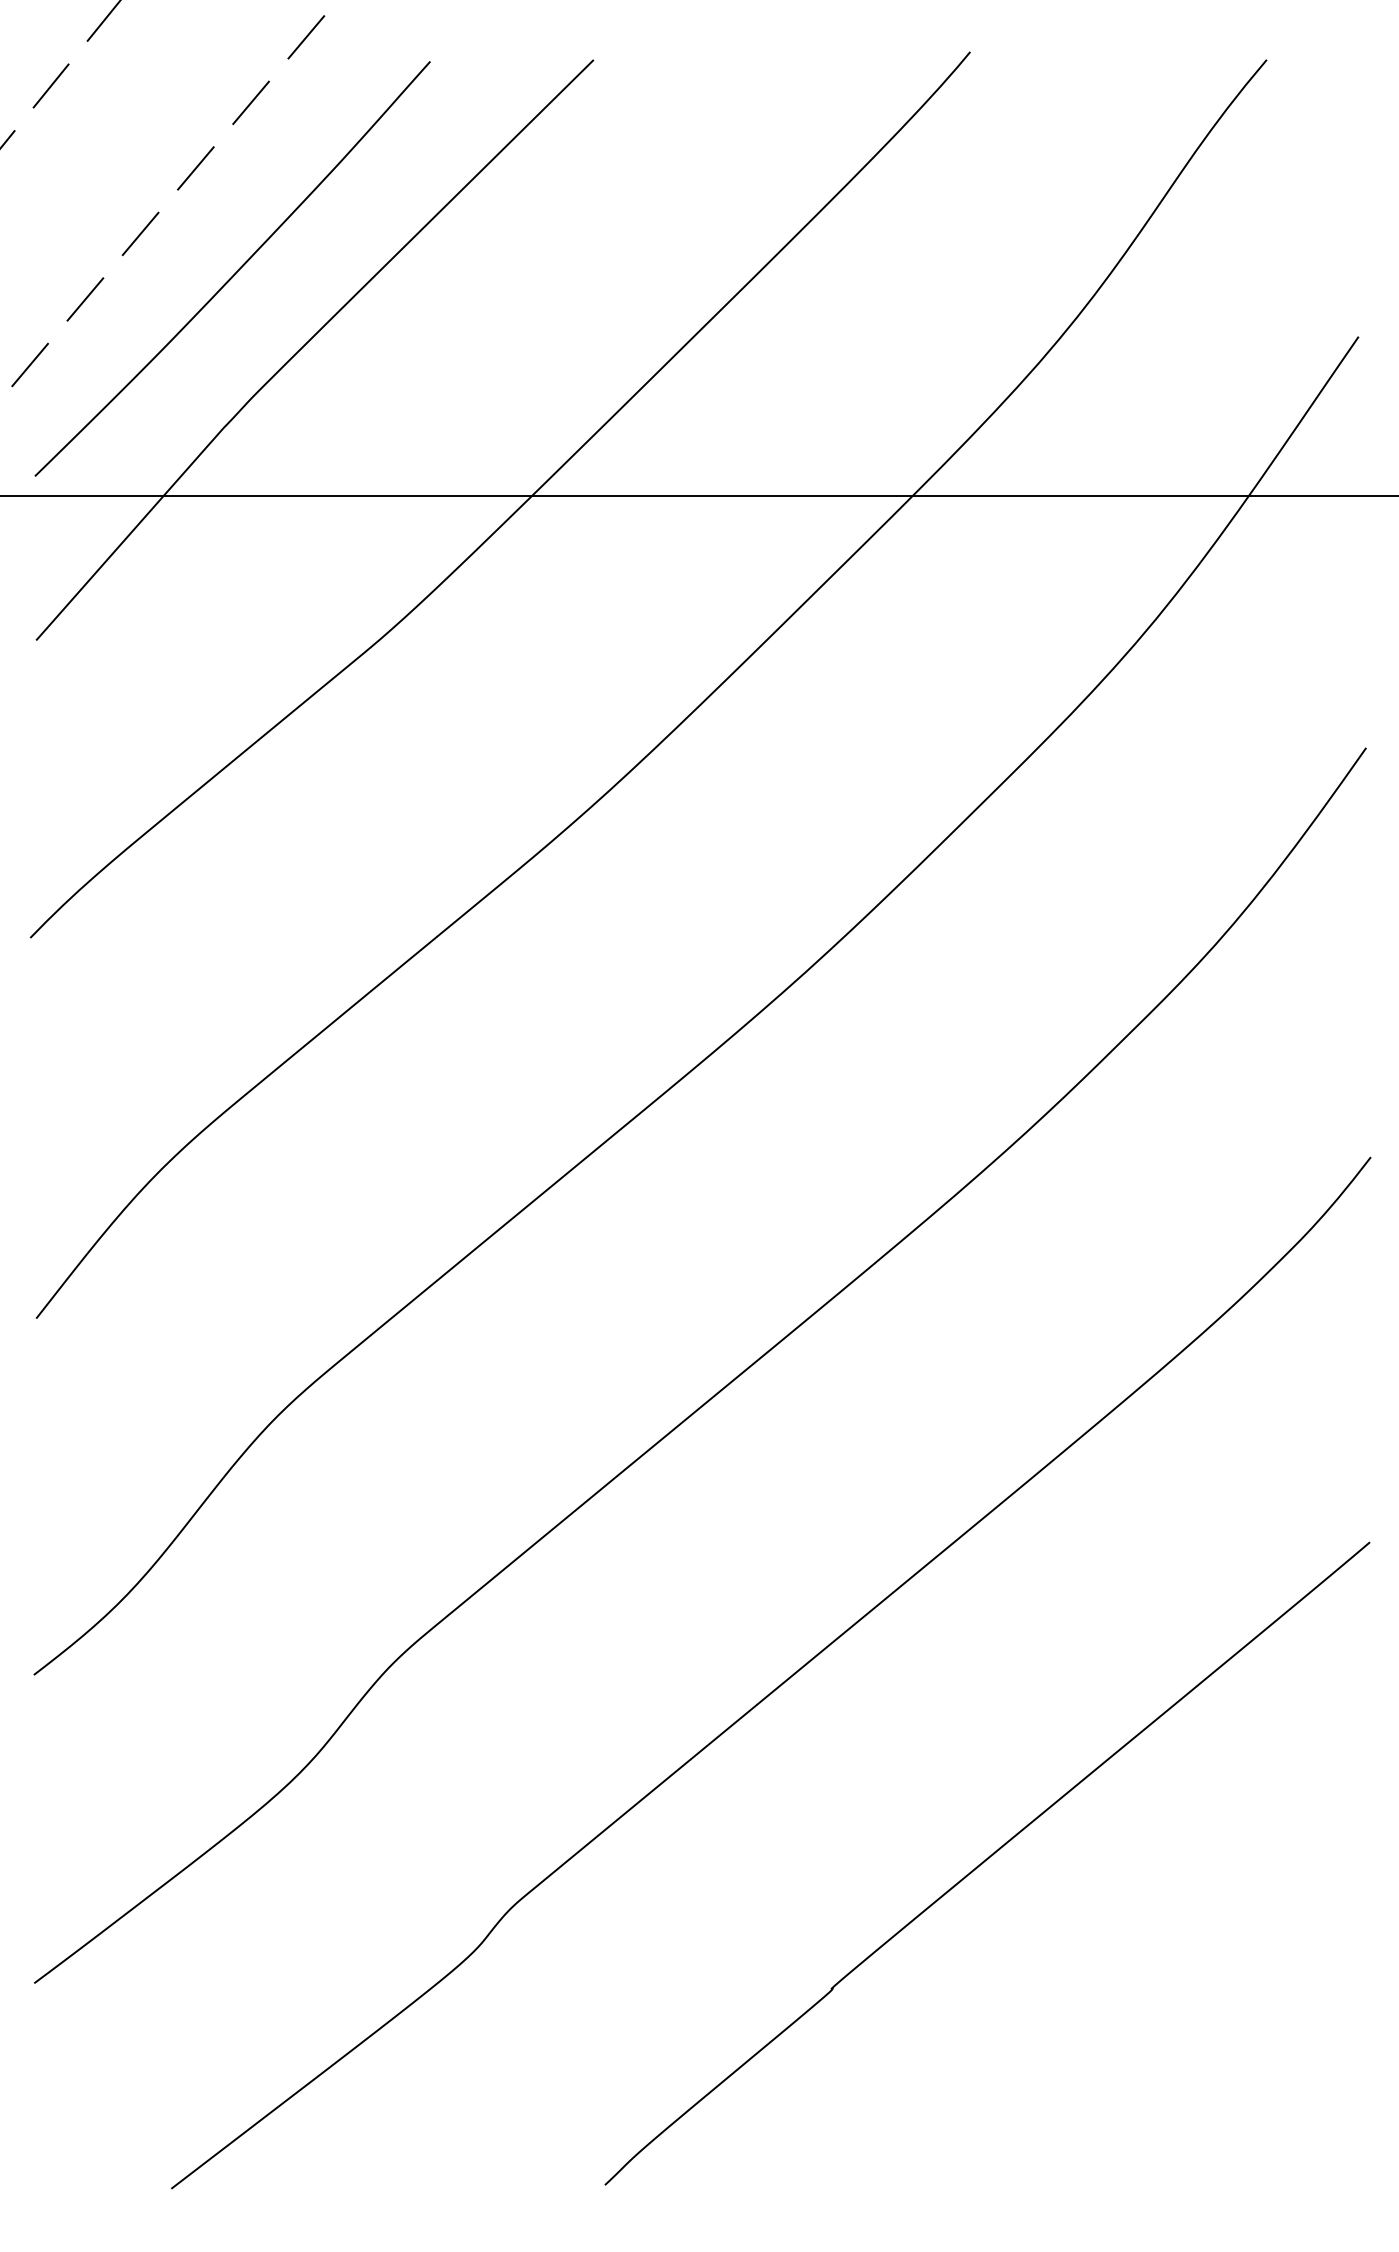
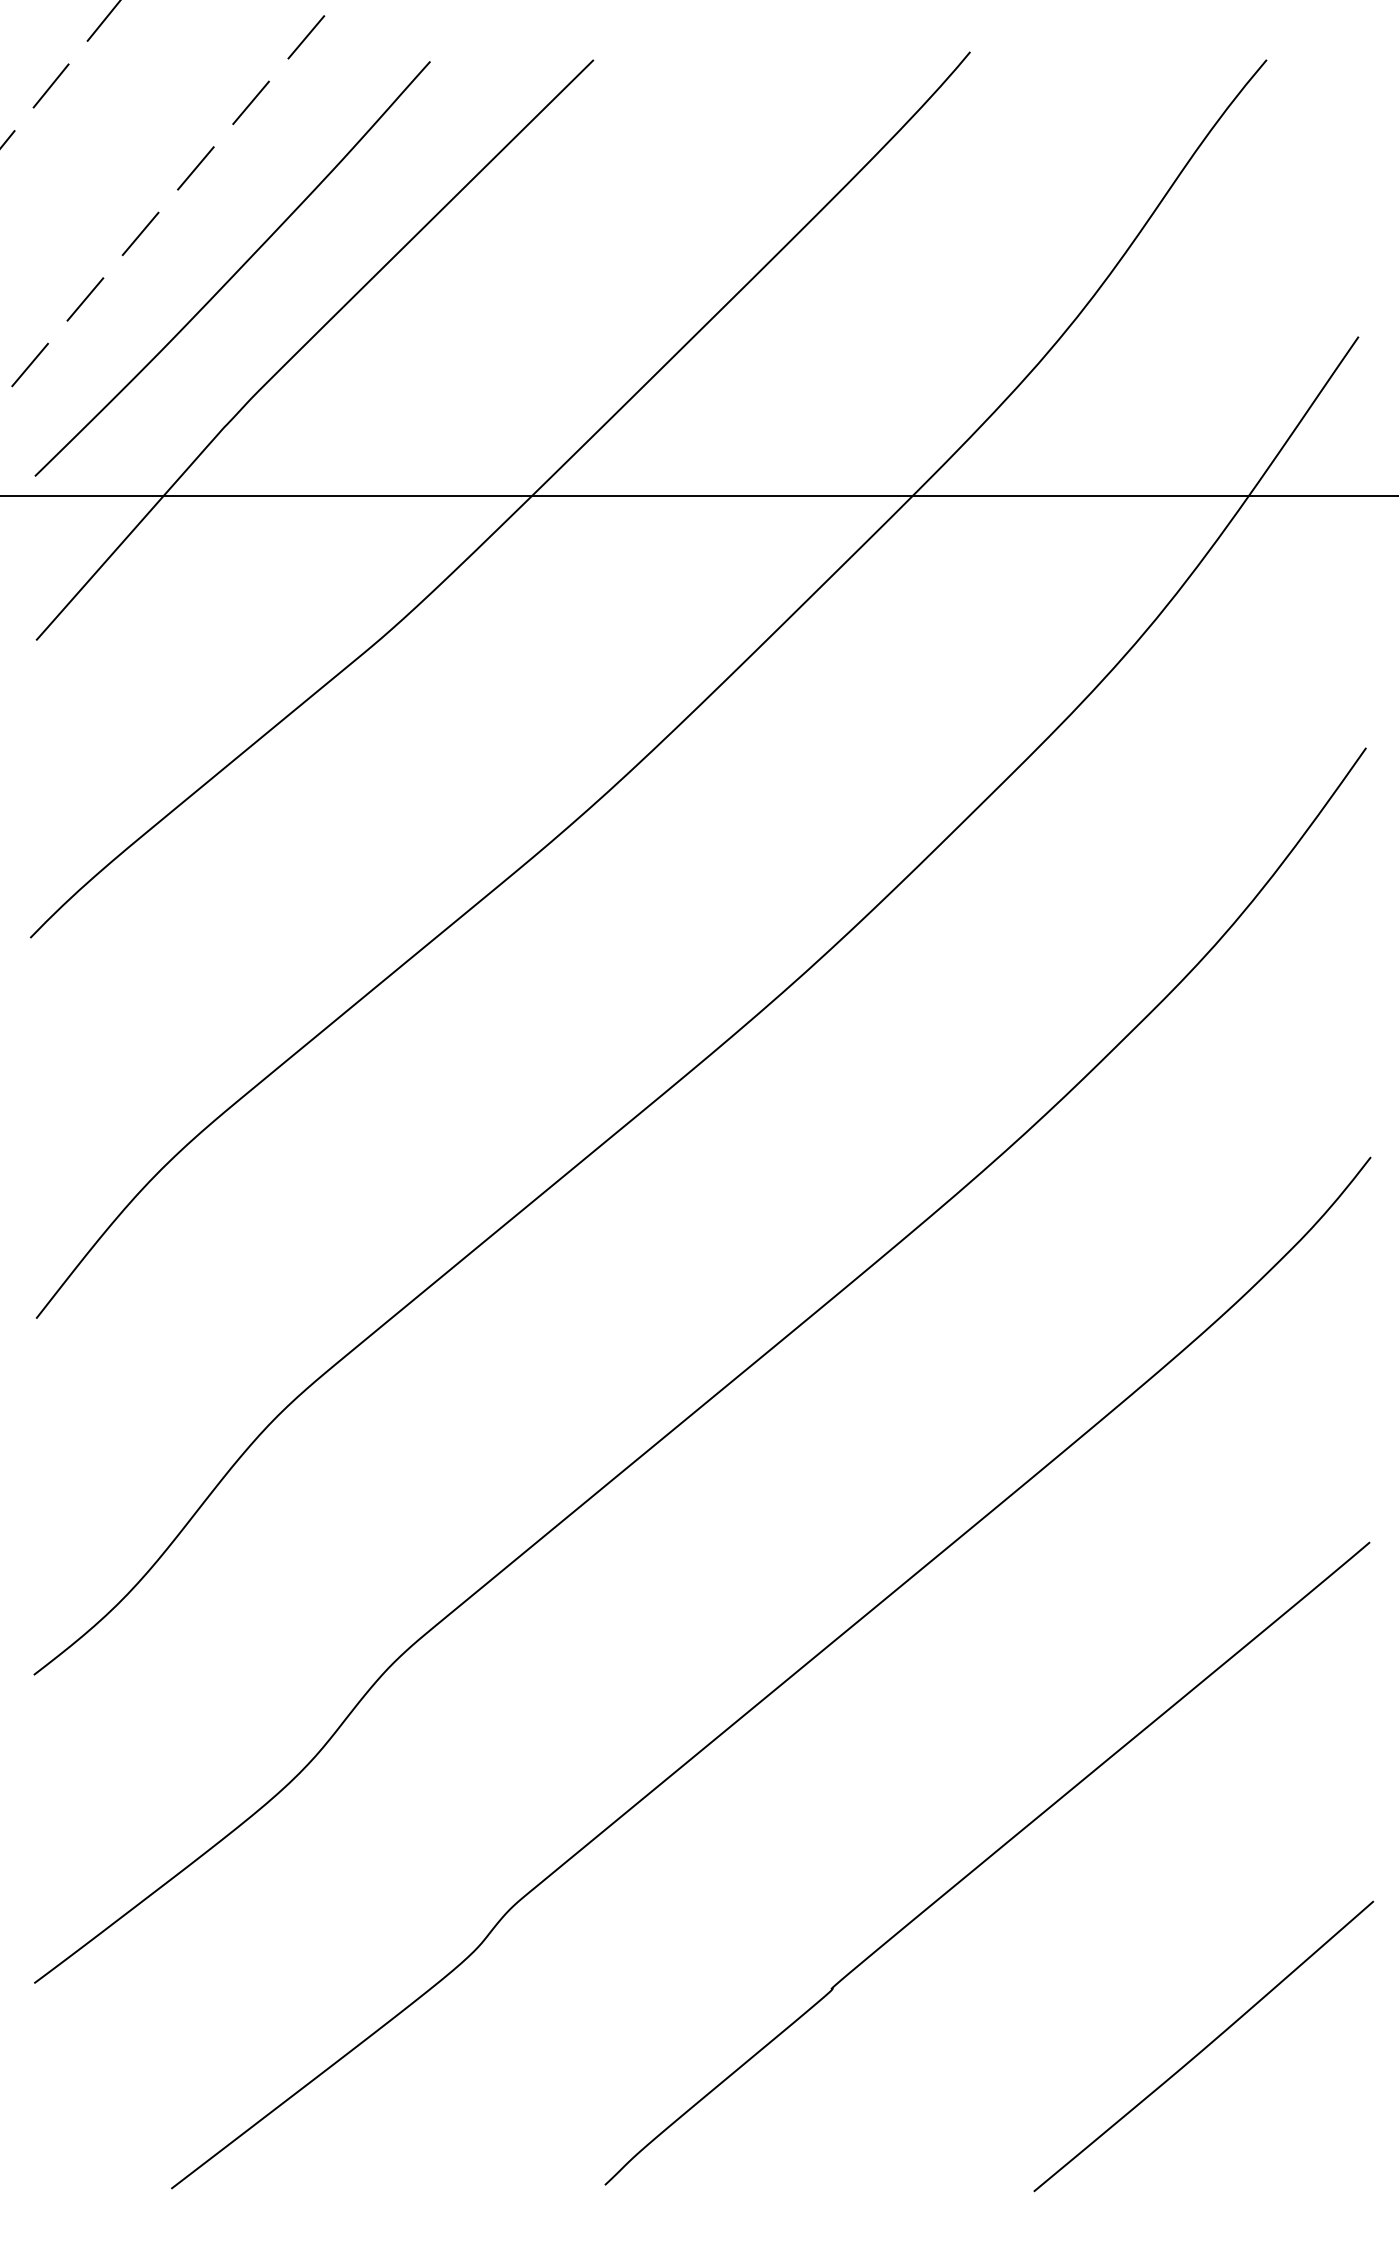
curve at (1204, 2047): none -> present
